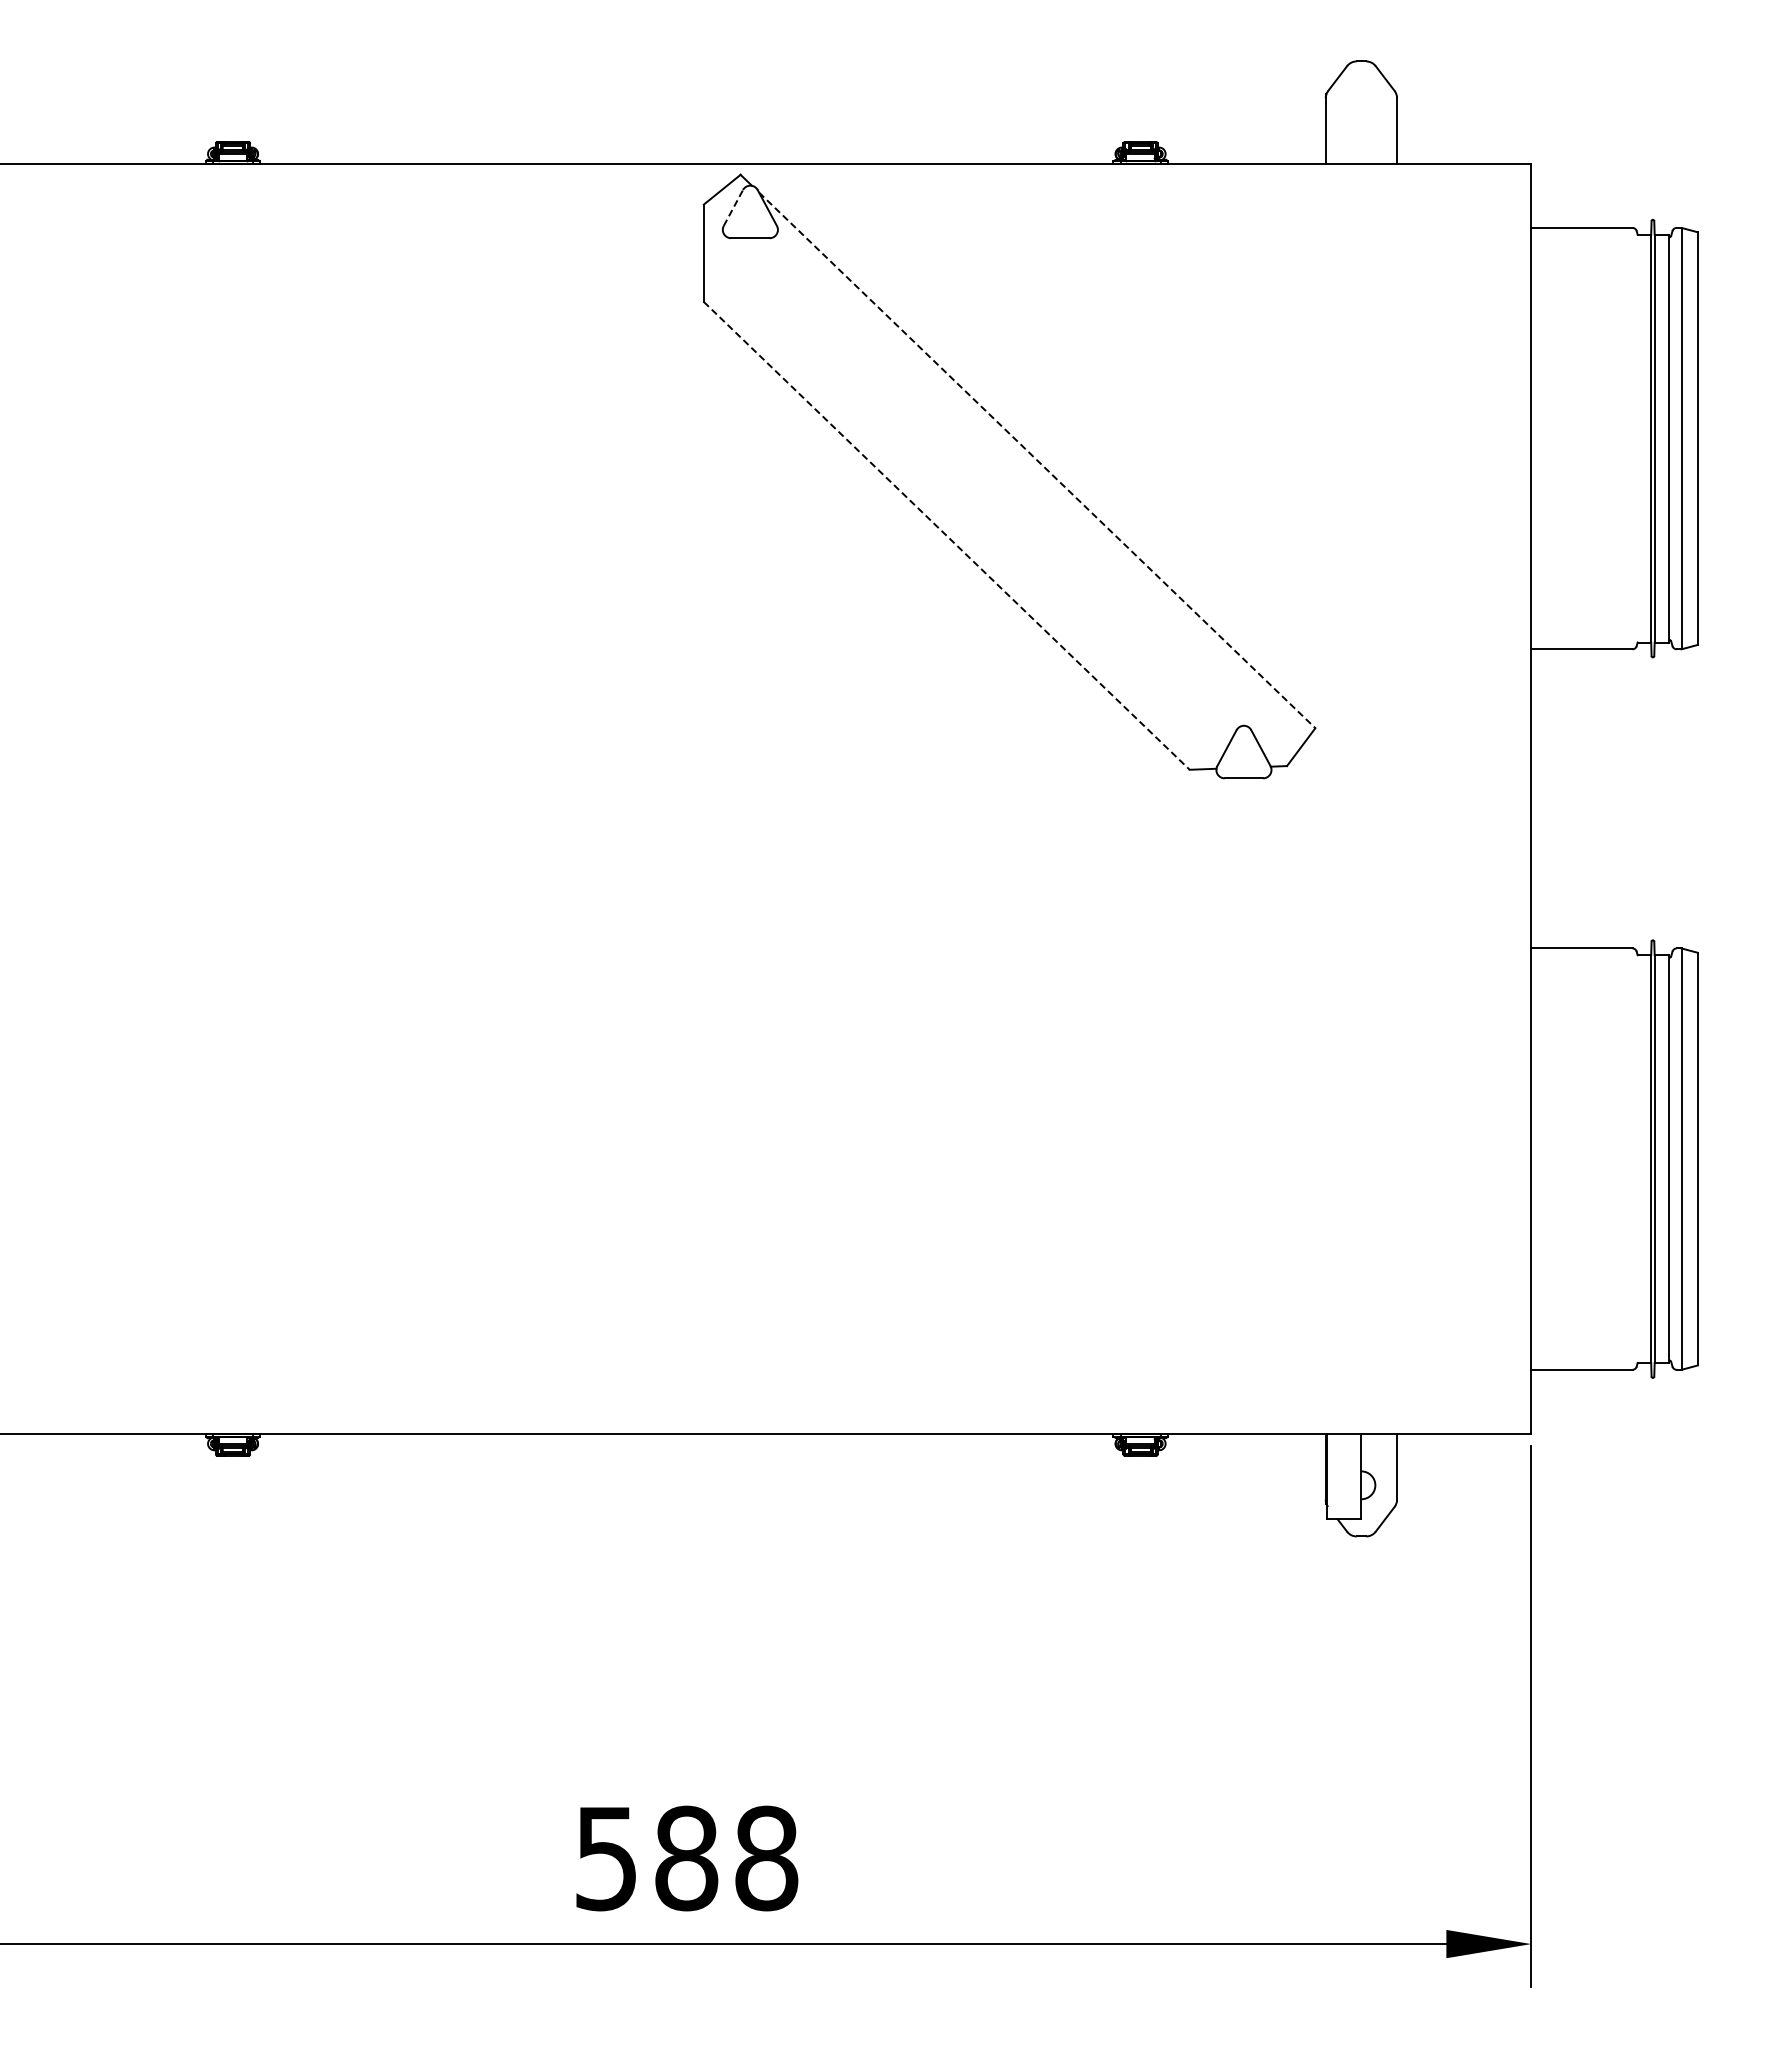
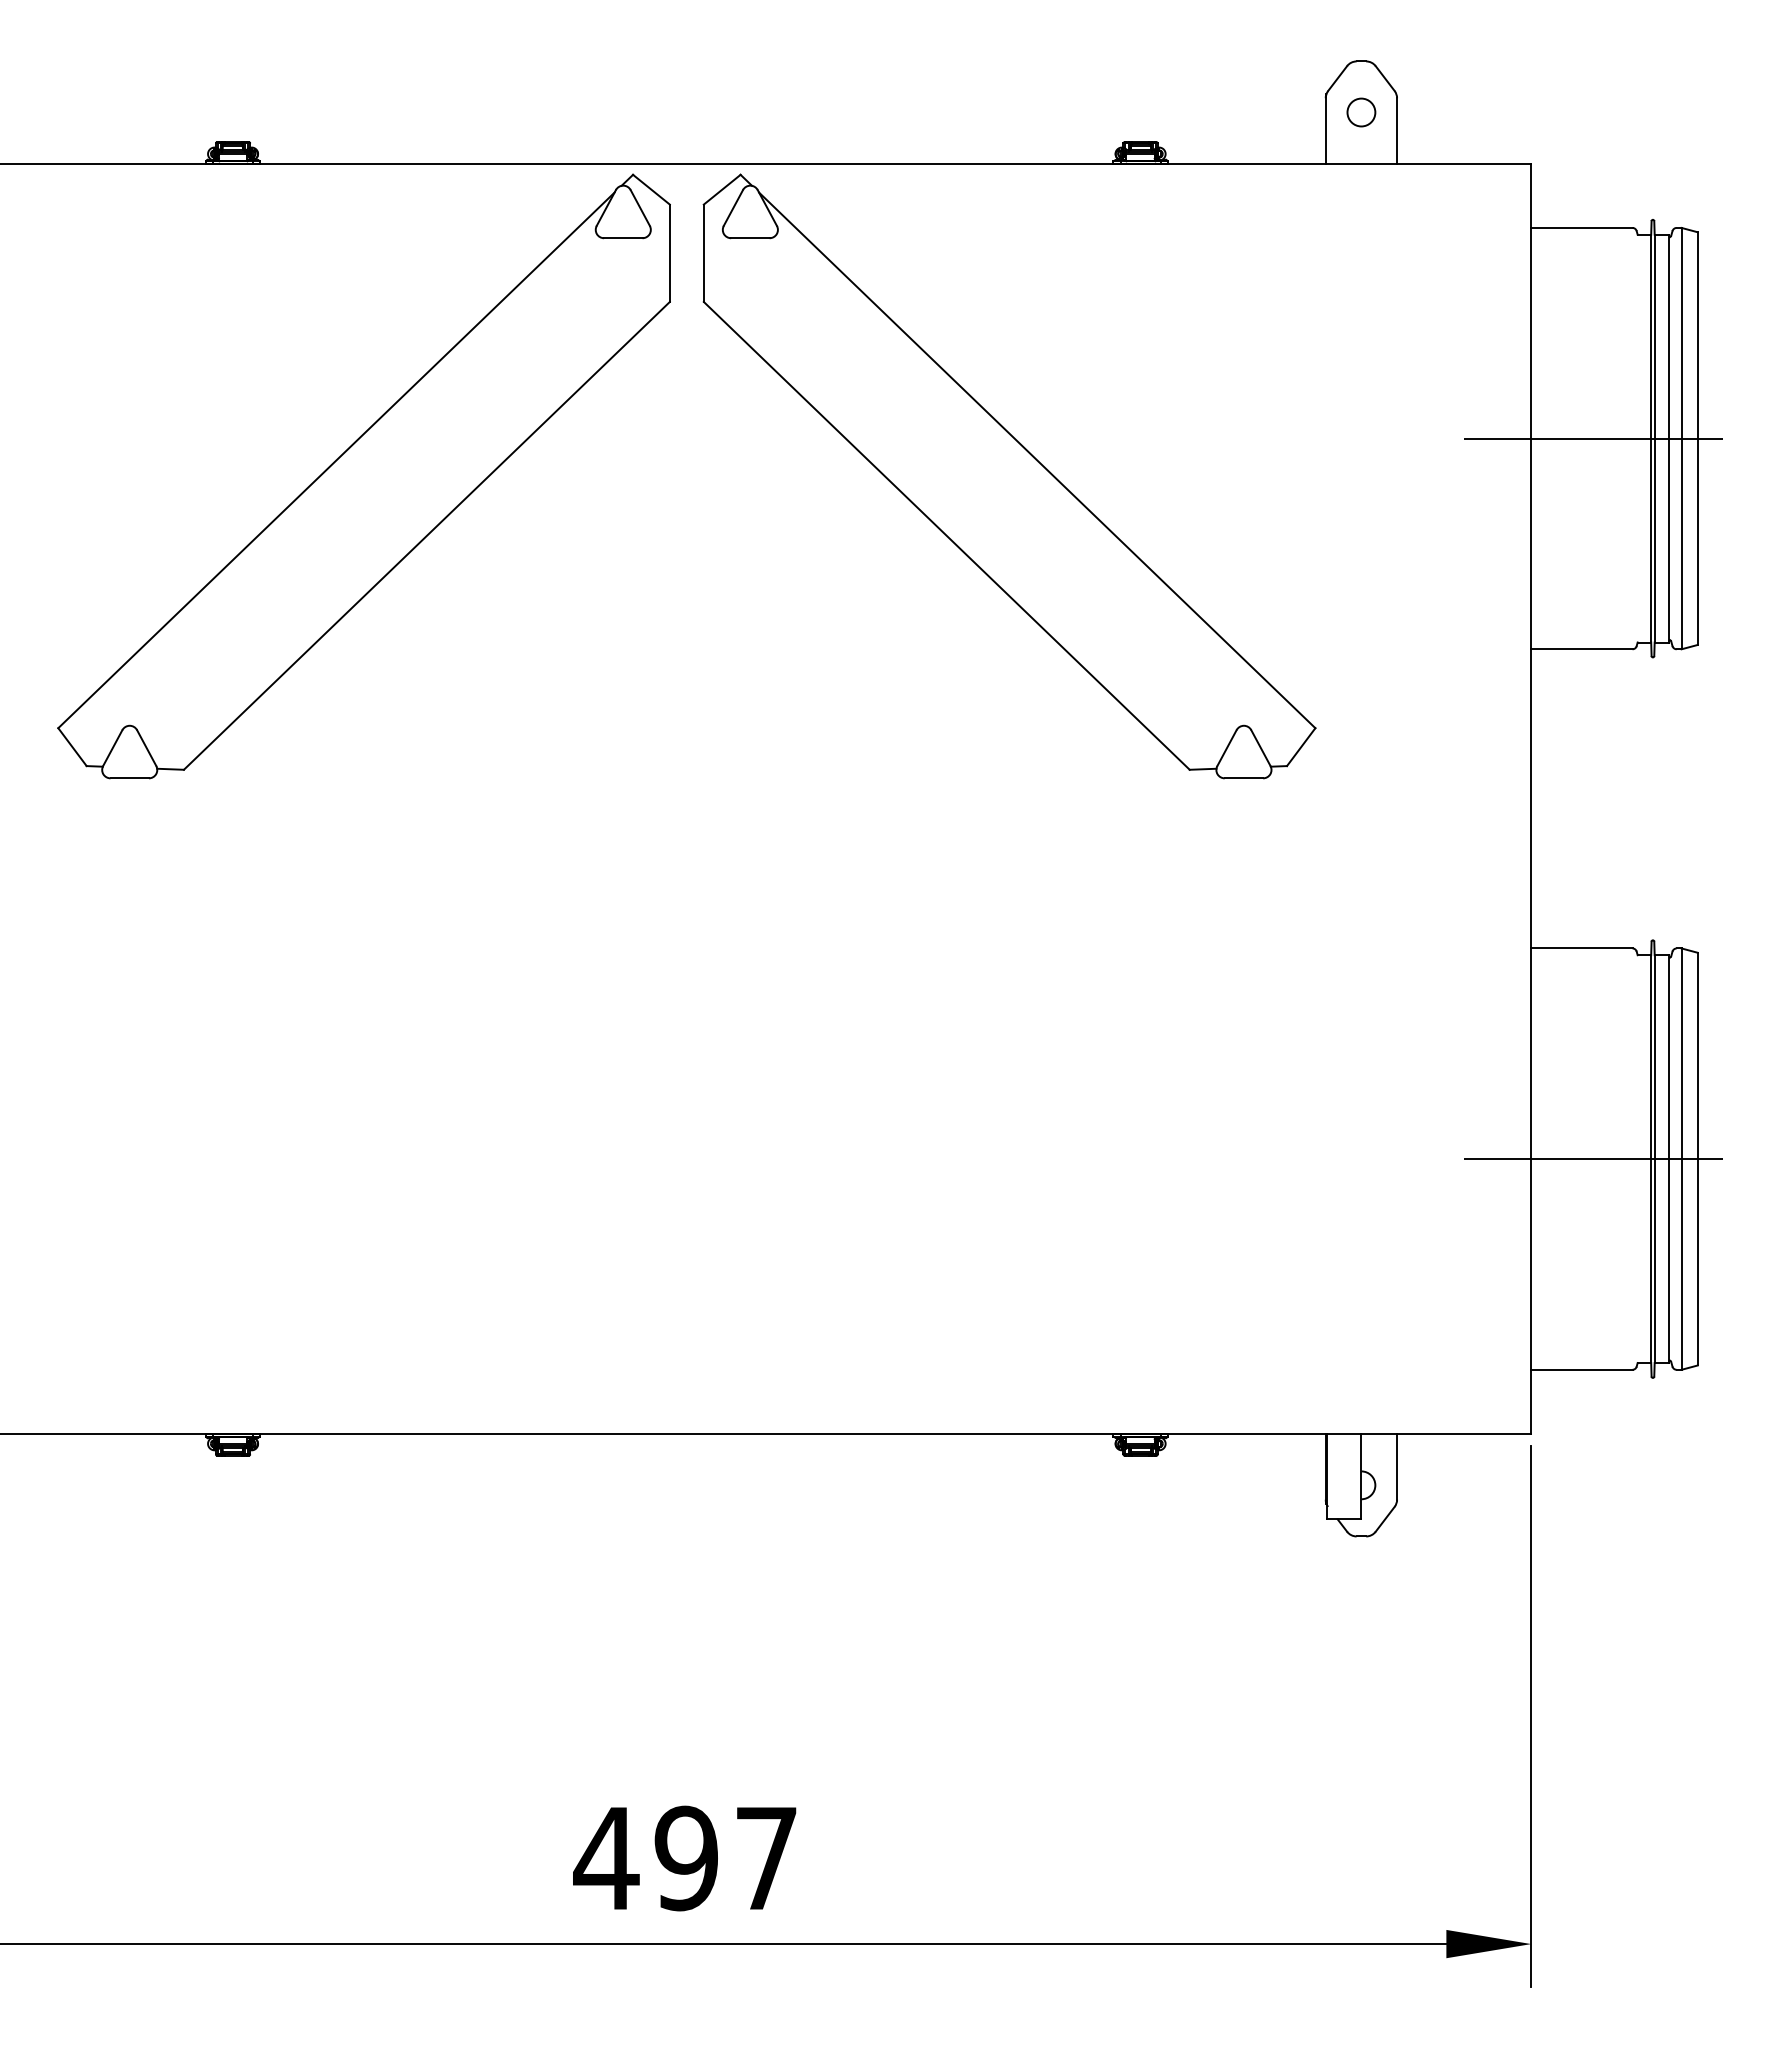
circle at (1361, 112): none -> present
line at (733, 207): dashed -> solid
line at (1593, 438): none -> present
line at (1037, 460): dashed -> solid
part at (363, 476): none -> present
line at (947, 536): dashed -> solid
line at (1593, 1159): none -> present
text at (685, 1858): 588 -> 497
